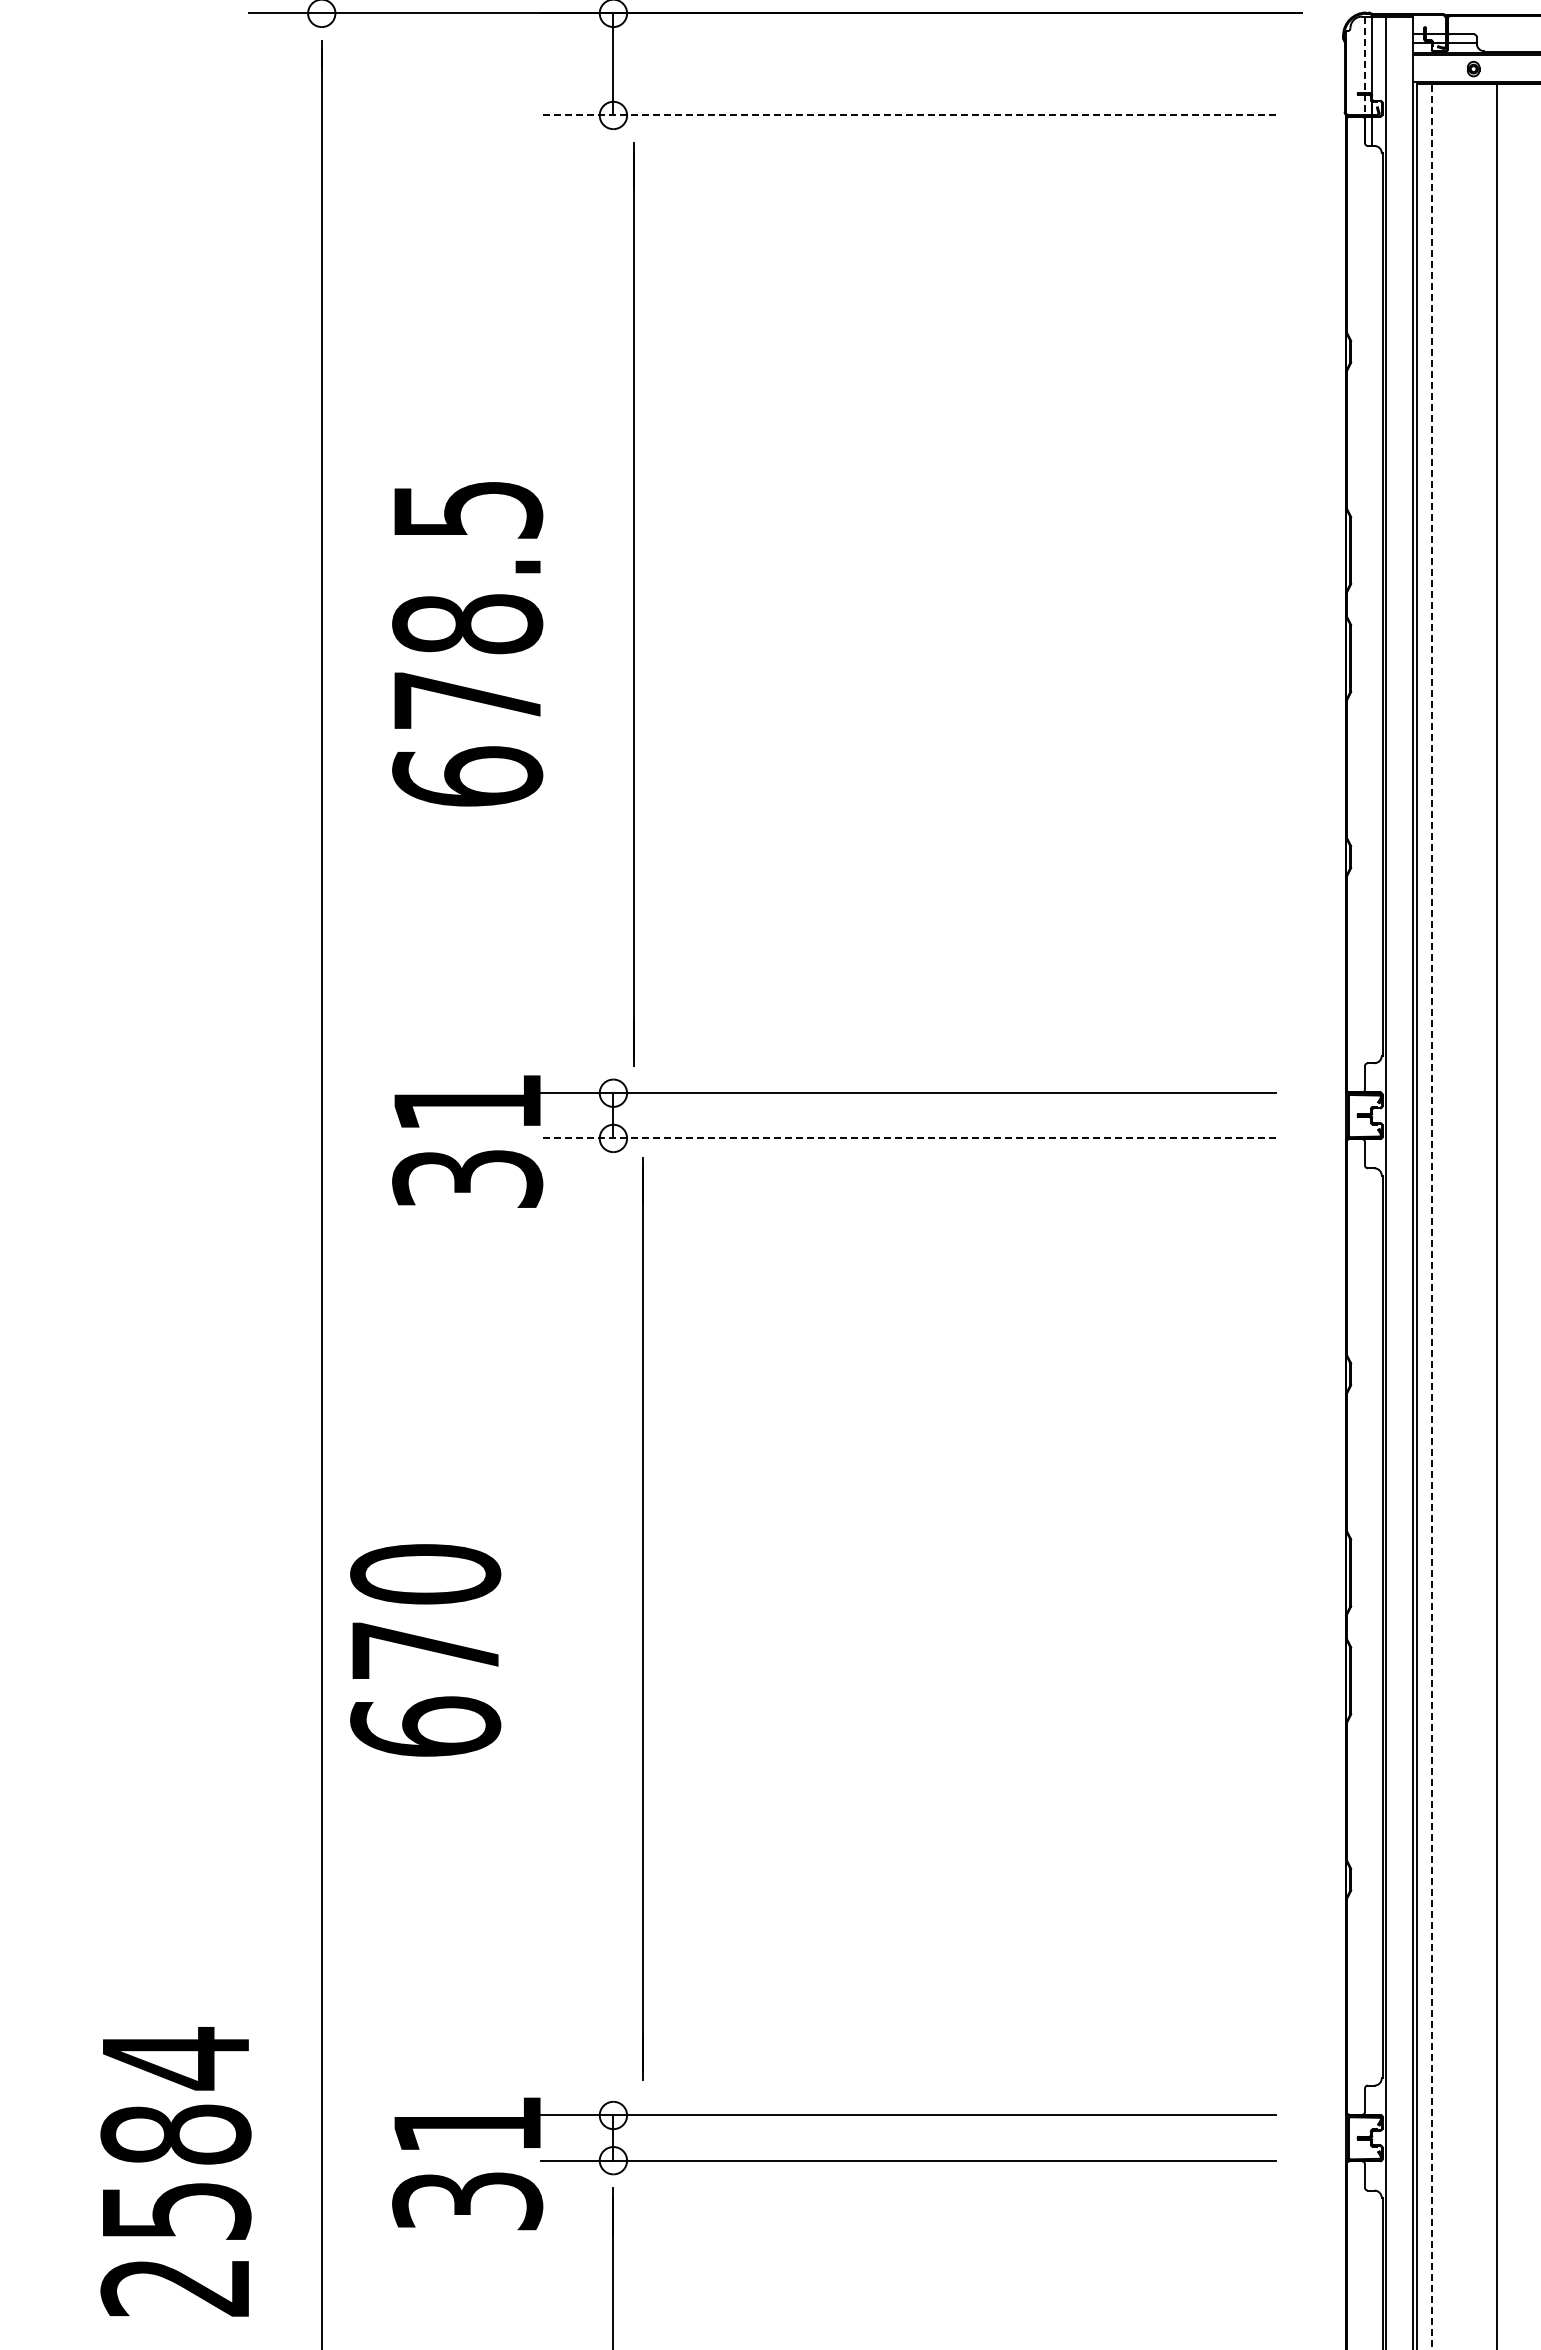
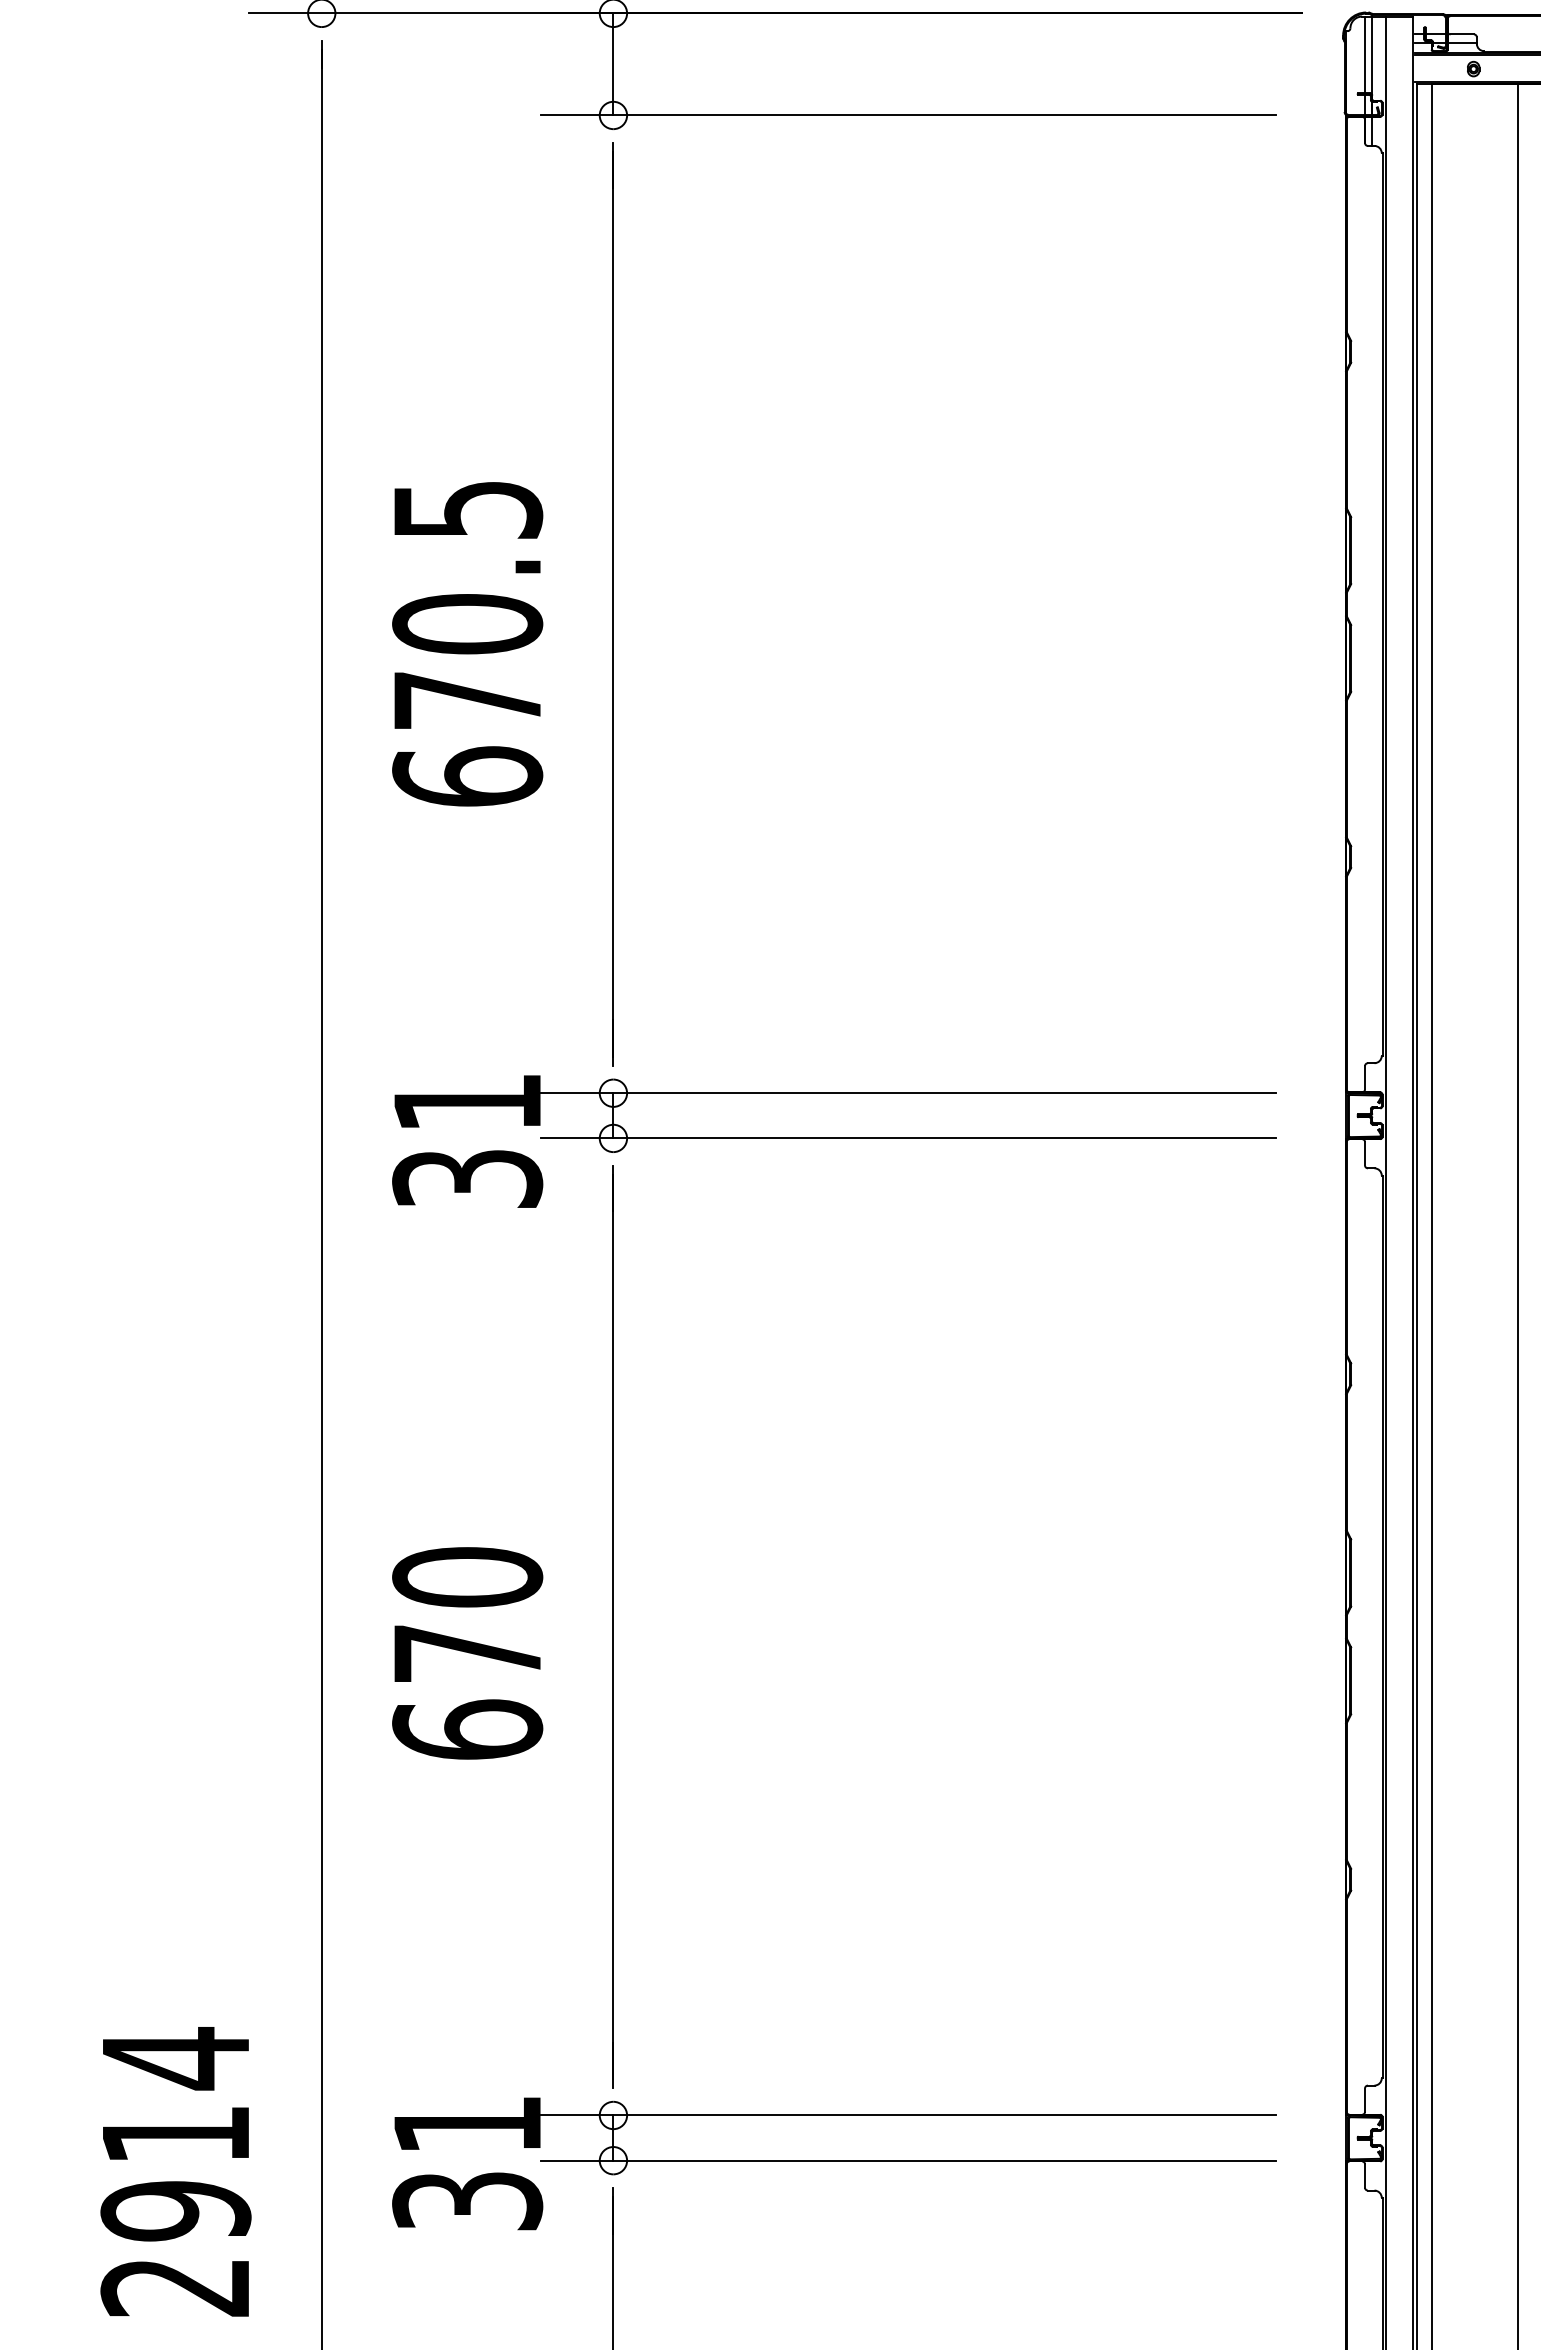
line at (1365, 65): dashed -> solid
line at (908, 115): dashed -> solid
line at (633, 604) position: (633, 604) -> (612, 604)
text at (467, 624): 678.5 -> 670.5
line at (908, 1138): dashed -> solid
line at (1496, 1214) position: (1496, 1214) -> (1517, 1214)
line at (1432, 1216): dashed -> solid
line at (642, 1618) position: (642, 1618) -> (612, 1626)
text at (425, 1650) position: (425, 1650) -> (467, 1653)
text at (175, 2172): 2584 -> 2914
